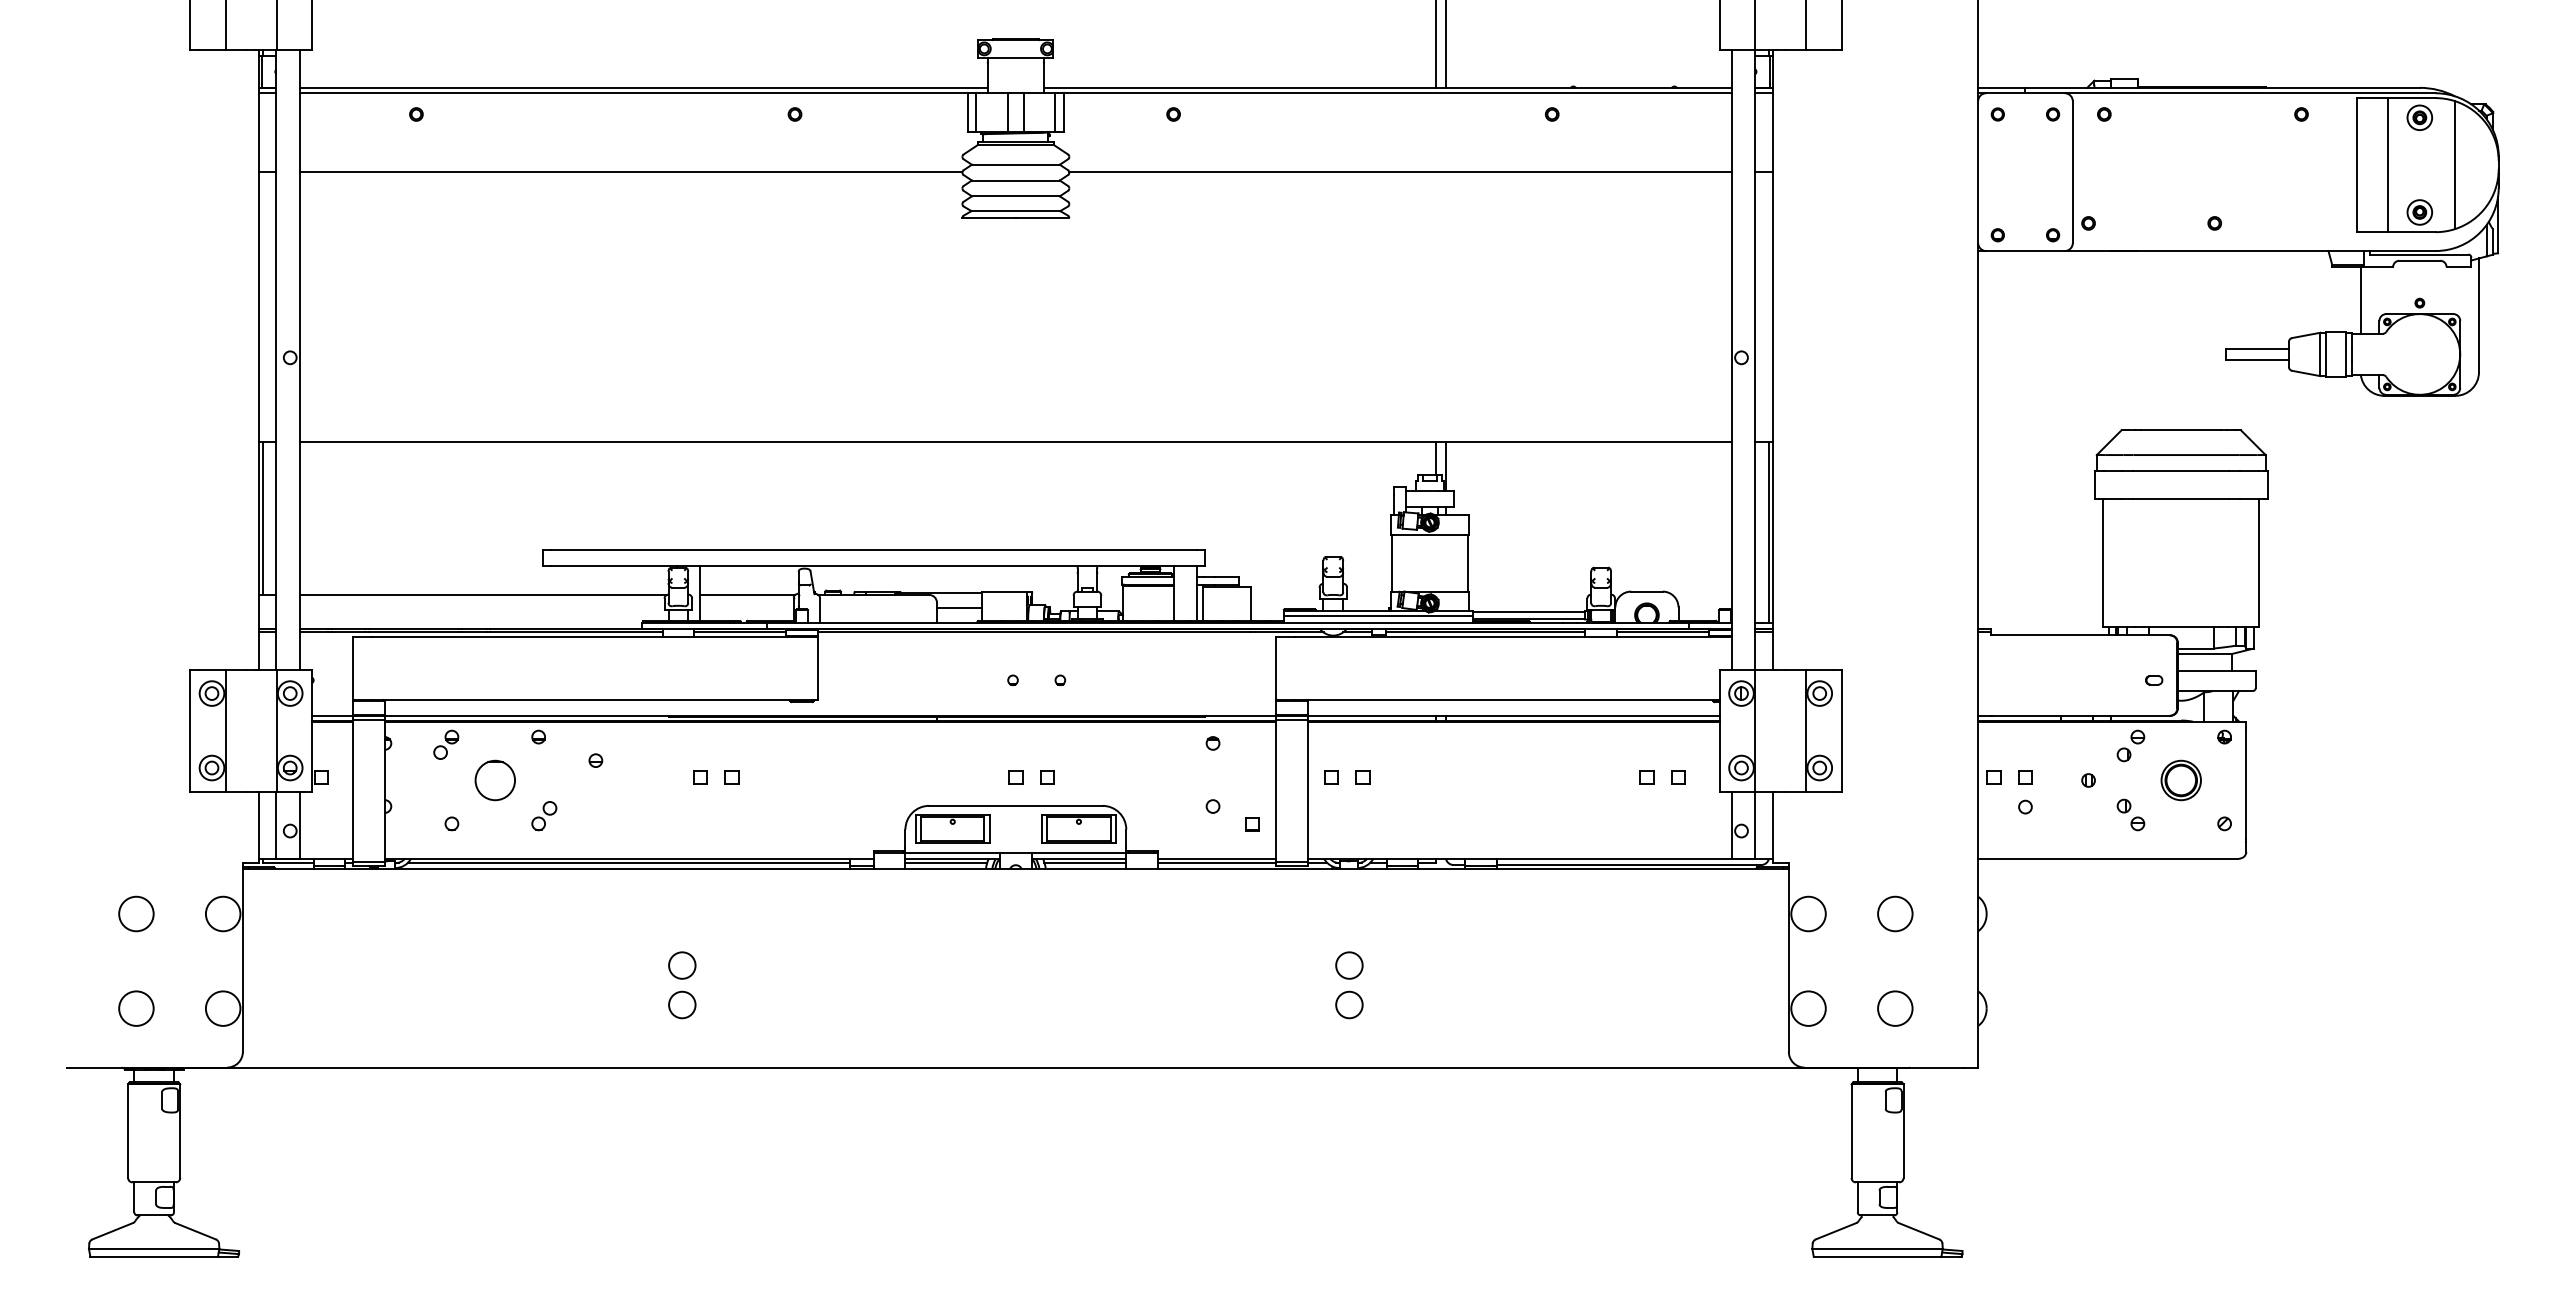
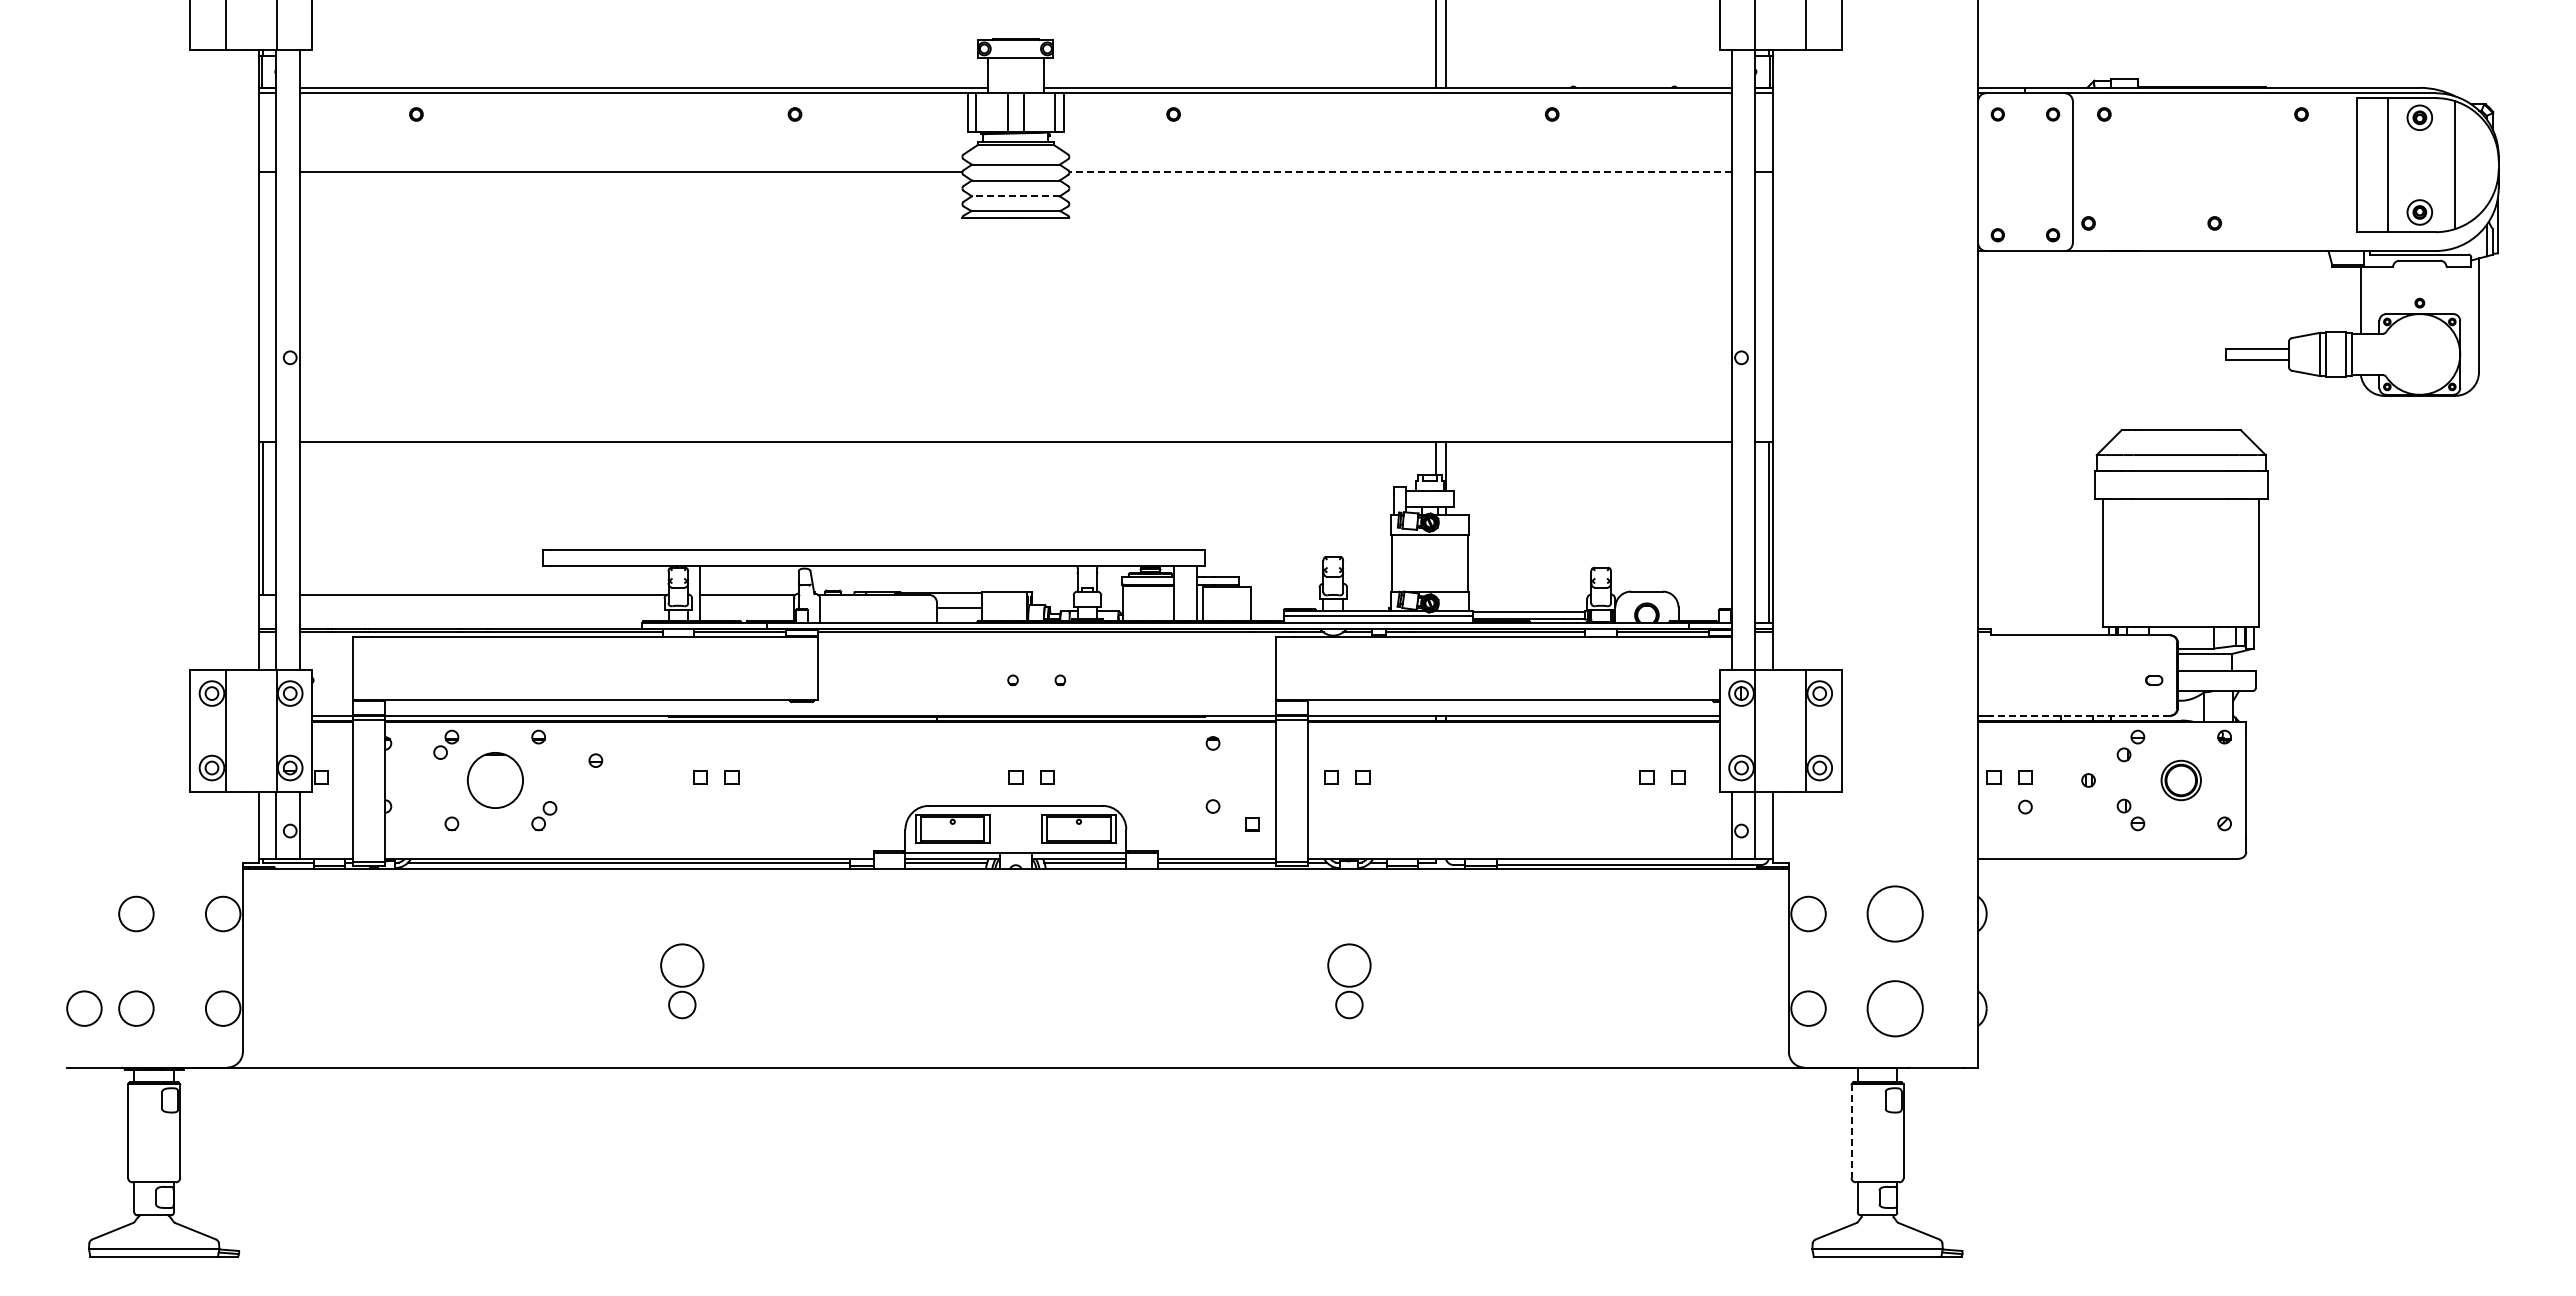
line at (1399, 172): solid -> dashed
line at (1015, 196): solid -> dashed
line at (2080, 715): solid -> dashed
part at (494, 780) size: 42x43 px -> 57x57 px
circle at (1895, 913) size: 37x38 px -> 58x58 px
circle at (682, 965) diameter: 27 px -> 42 px
circle at (1349, 965) diameter: 27 px -> 42 px
circle at (84, 1008): none -> present
circle at (1895, 1008) size: 37x37 px -> 58x58 px
line at (1851, 1131): solid -> dashed
